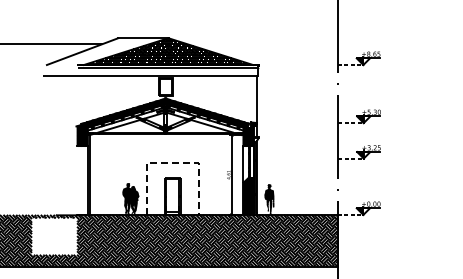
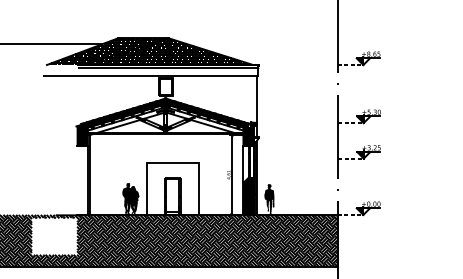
hatch at (106, 51): none -> present
line at (172, 162): dashed -> solid
